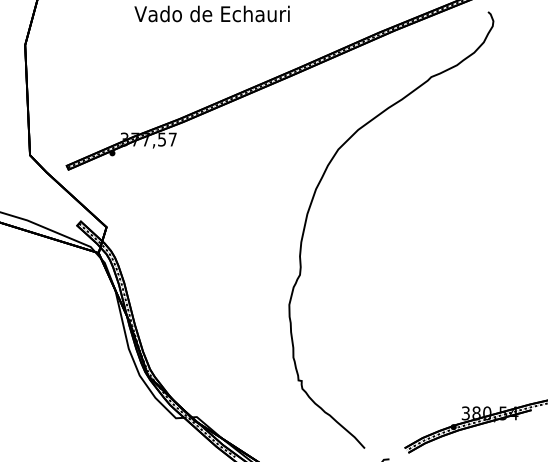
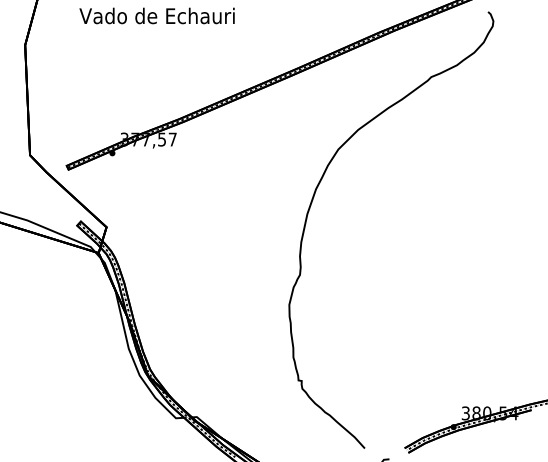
text at (211, 13) position: (211, 13) -> (156, 15)
